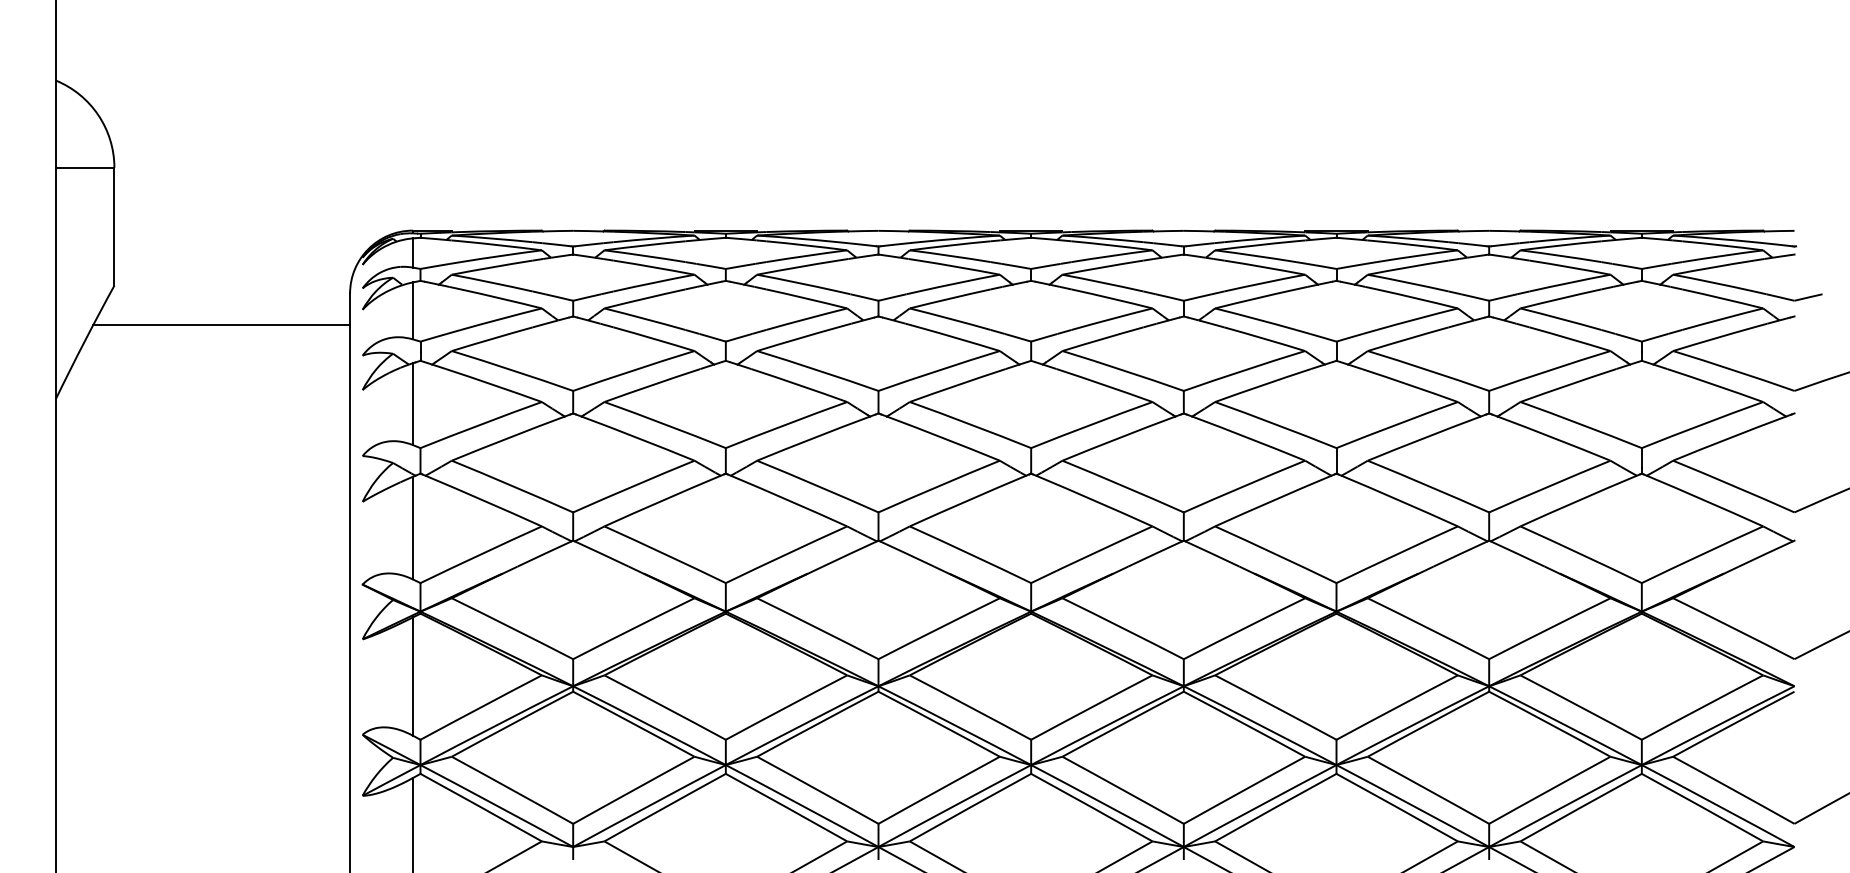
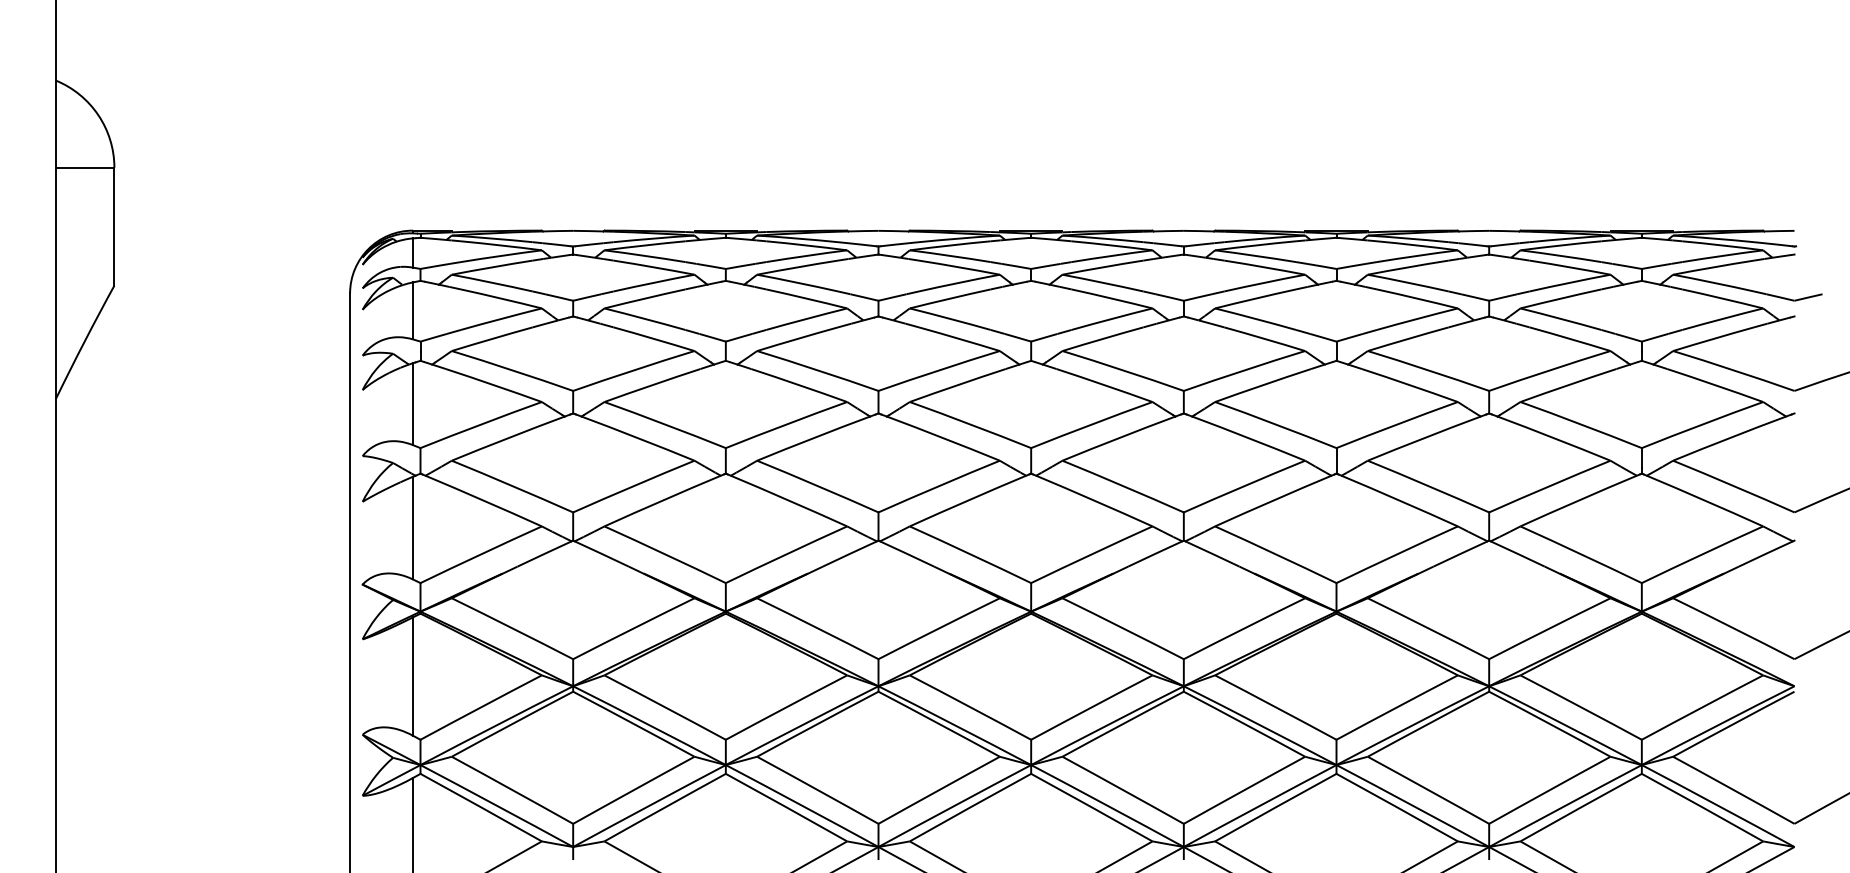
line at (221, 324): present -> none
